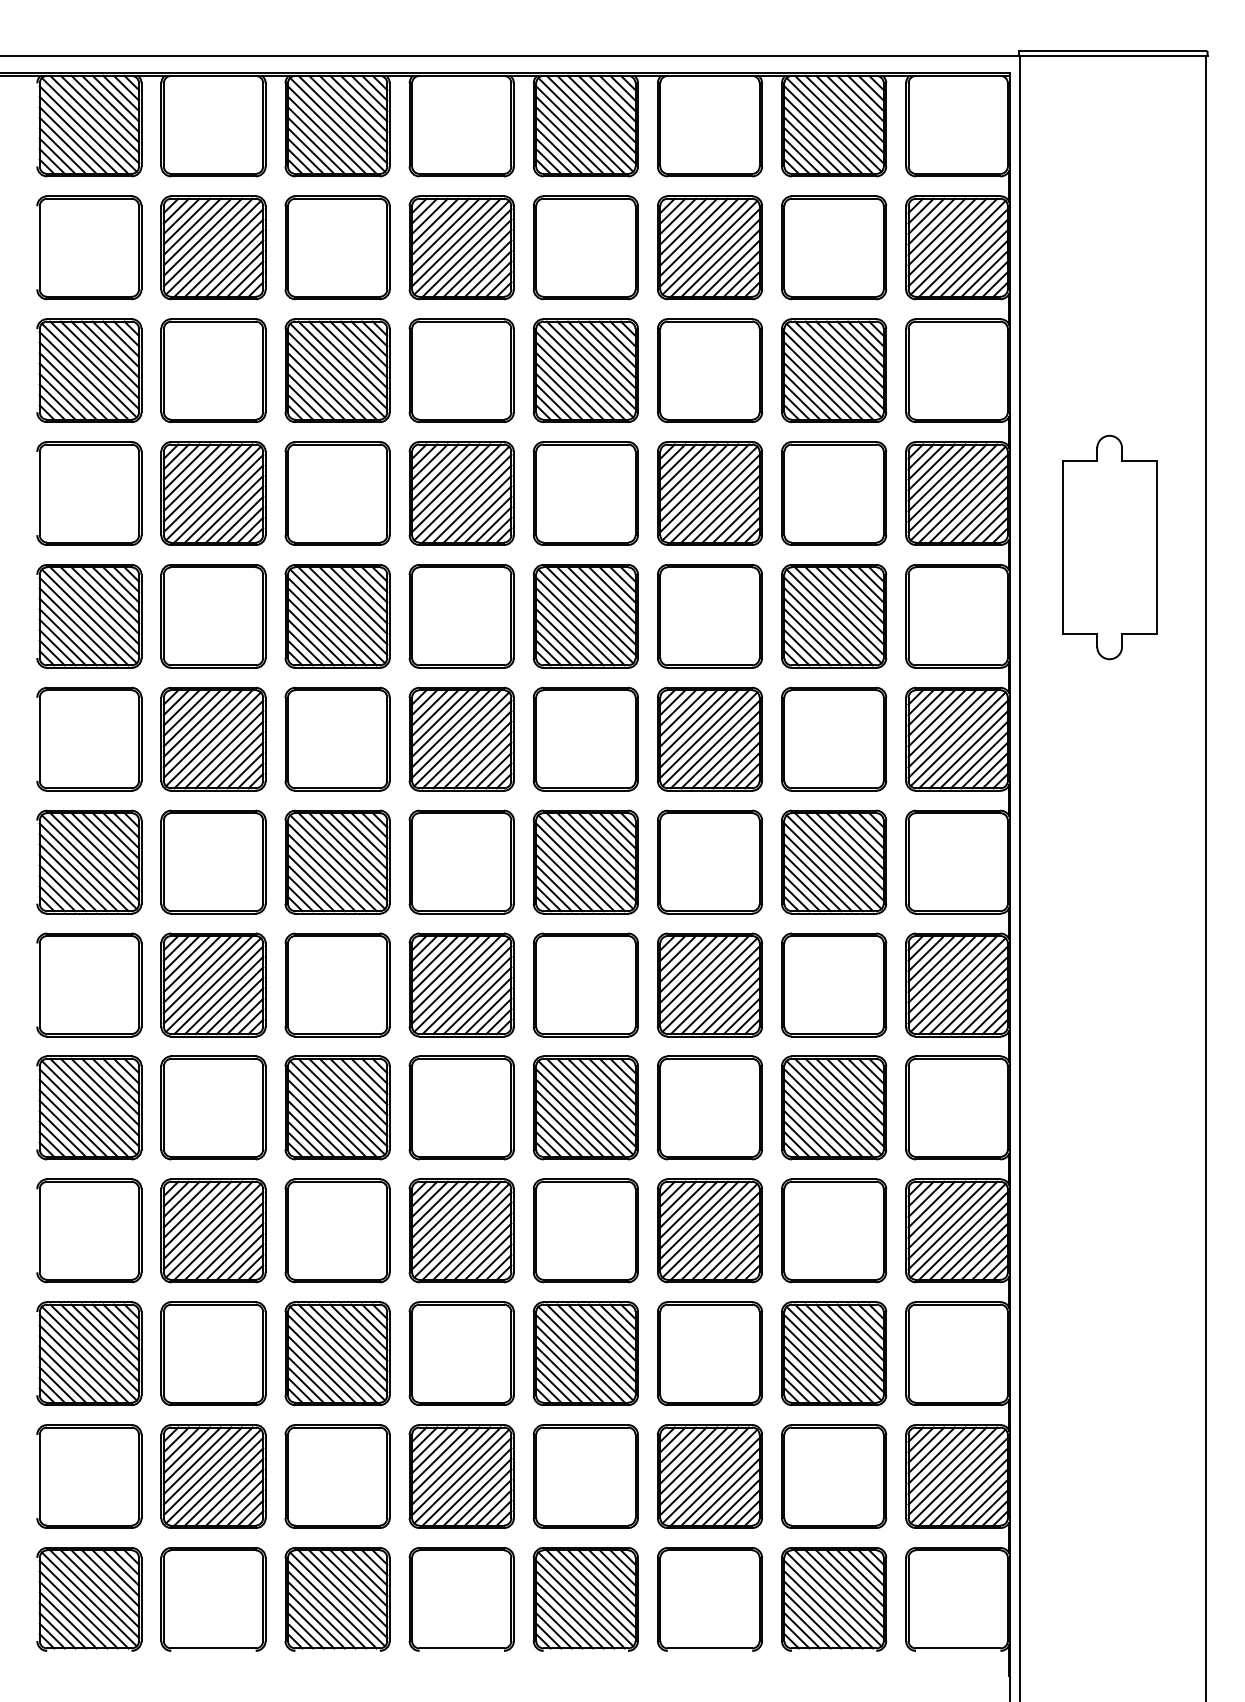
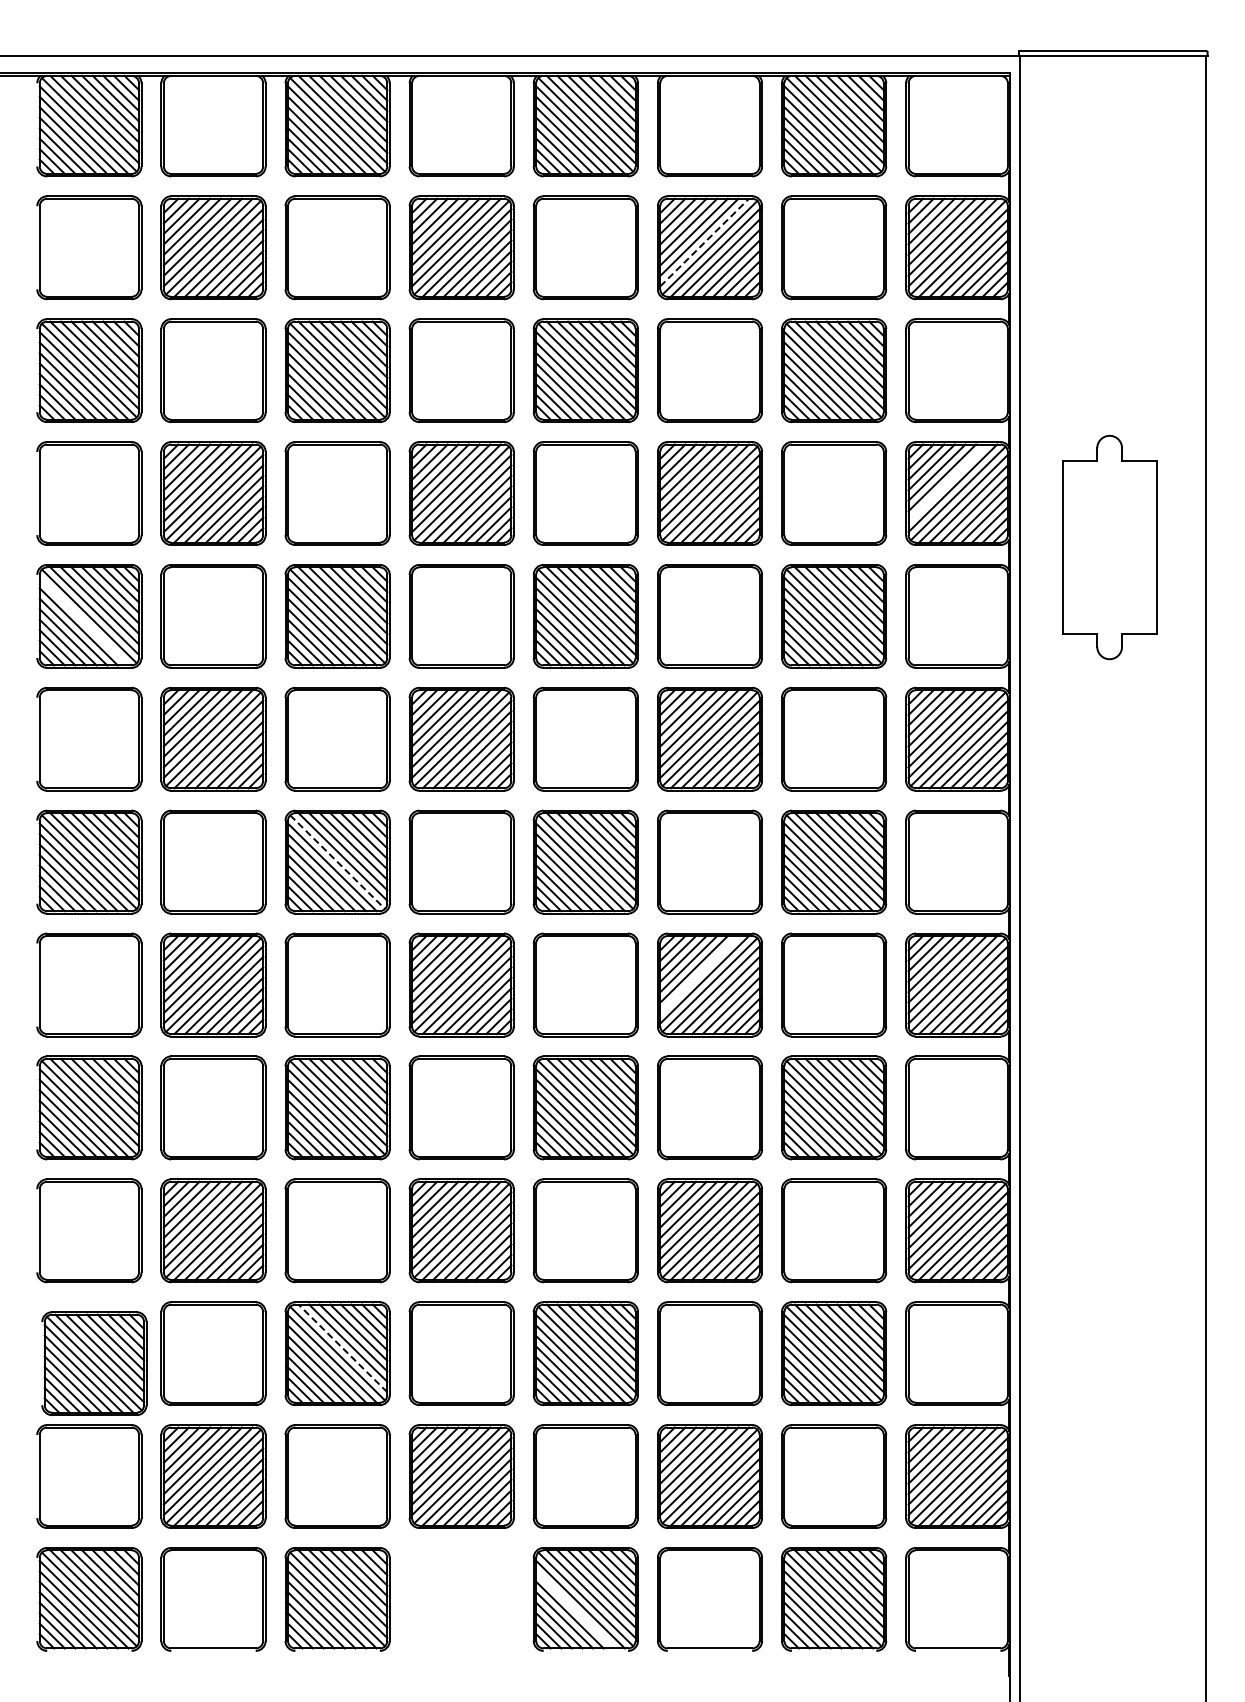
line at (705, 242): solid -> dashed
line at (947, 482): present -> none
line at (83, 621): present -> none
line at (337, 862): solid -> dashed
line at (699, 974): present -> none
line at (342, 1348): solid -> dashed
part at (89, 1353) position: (89, 1353) -> (94, 1363)
part at (461, 1599): present -> none
line at (575, 1609): present -> none
